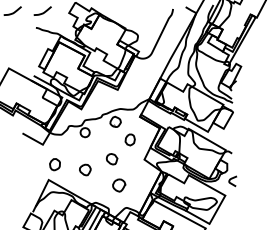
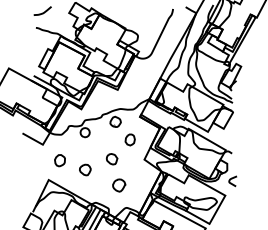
curve at (12, 12): present -> none
part at (54, 164) position: (54, 164) -> (59, 160)
